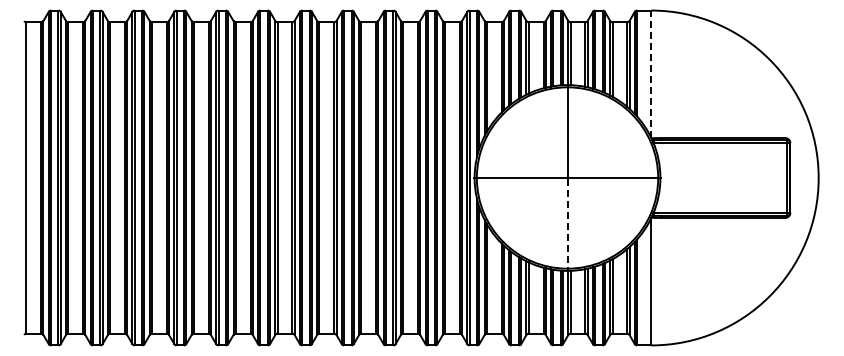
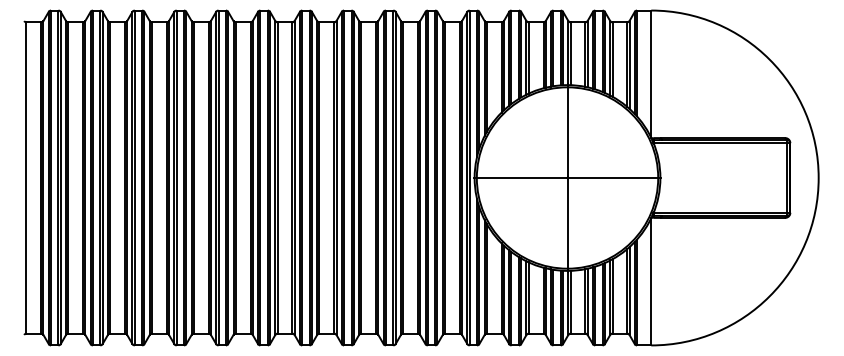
line at (651, 74): dashed -> solid
line at (567, 225): dashed -> solid
